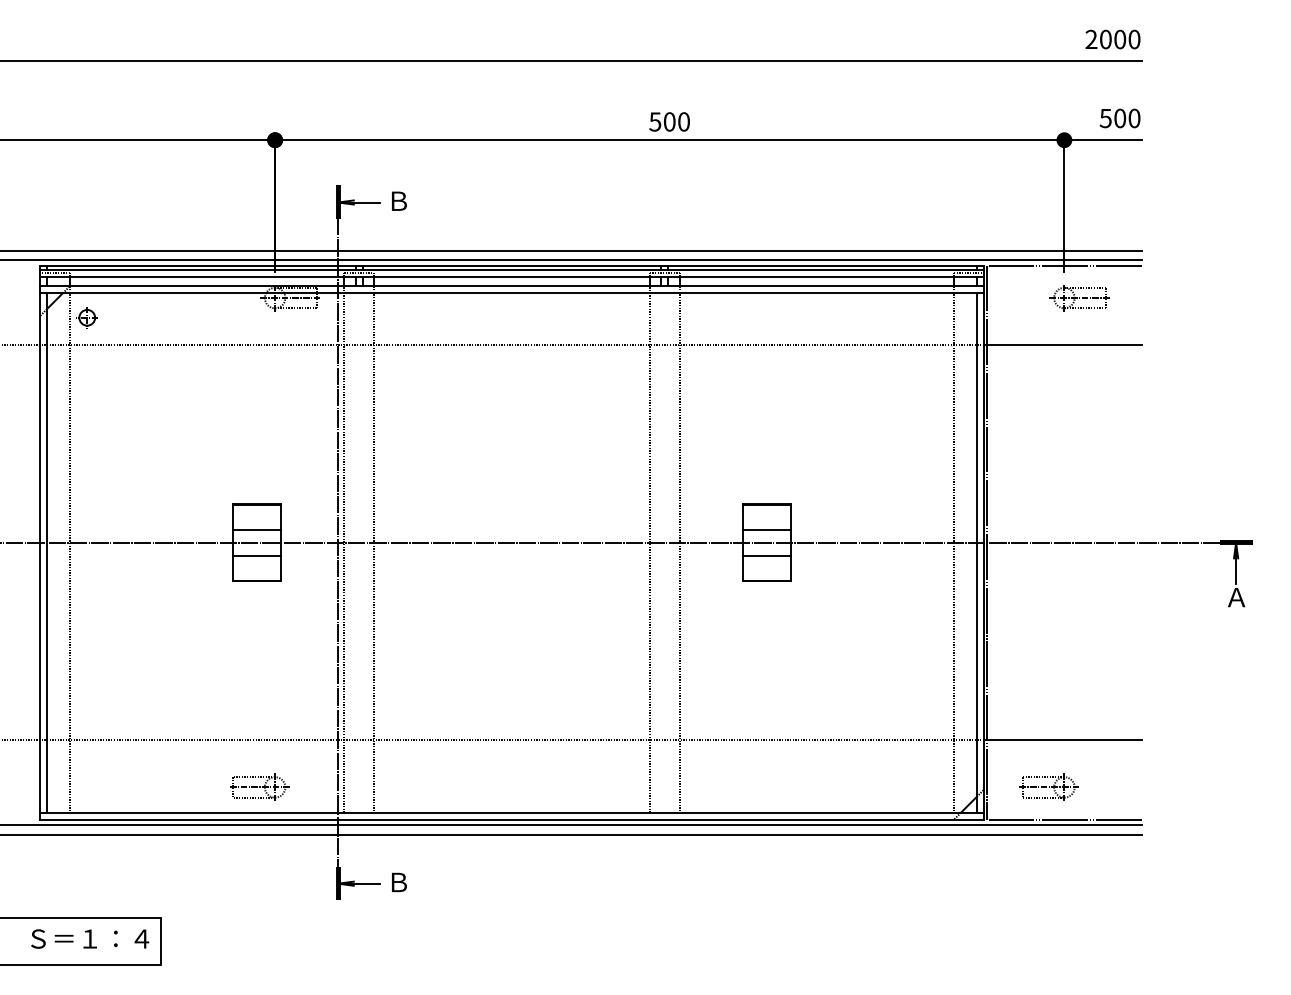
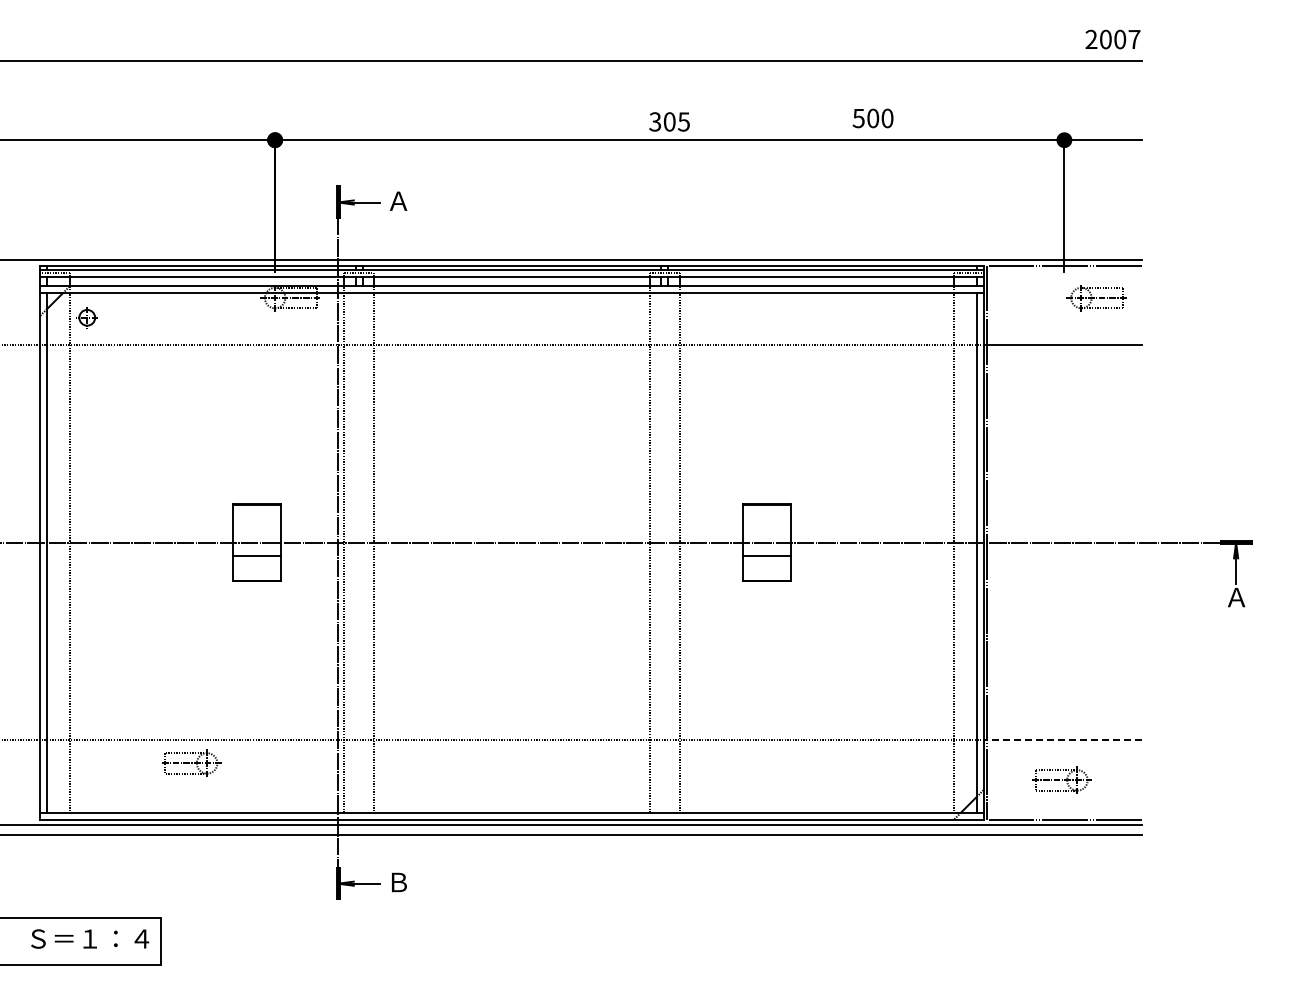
text at (1134, 39): 2000 -> 2007
text at (1119, 118) position: (1119, 118) -> (872, 118)
text at (669, 121): 500 -> 305
text at (398, 200): Ｂ -> Ａ
line at (571, 250): present -> none
part at (1079, 298) position: (1079, 298) -> (1096, 298)
line at (256, 529): present -> none
line at (766, 529): present -> none
line at (1062, 740): solid -> dashed
part at (259, 786) position: (259, 786) -> (191, 762)
part at (1048, 786) position: (1048, 786) -> (1061, 779)
